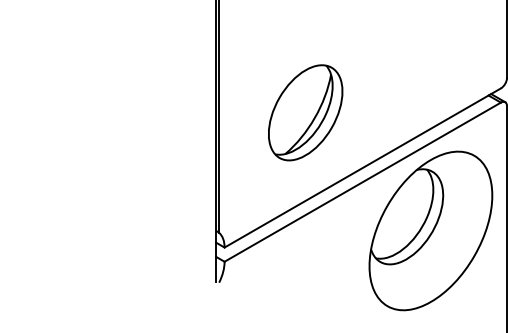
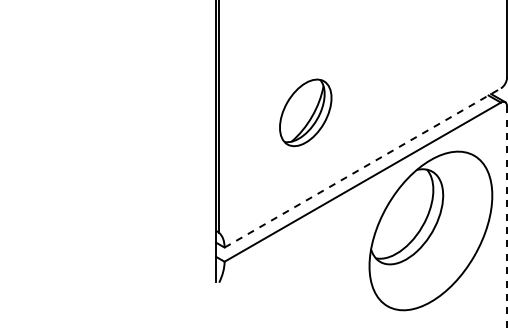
part at (305, 112) size: 76x98 px -> 54x70 px
line at (363, 167): solid -> dashed
line at (507, 219): solid -> dashed
